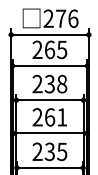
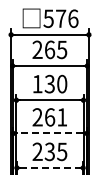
text at (48, 18): 276 -> 576
text at (49, 83): 238 -> 130
line at (49, 133): solid -> dashed
line at (50, 167): solid -> dashed
